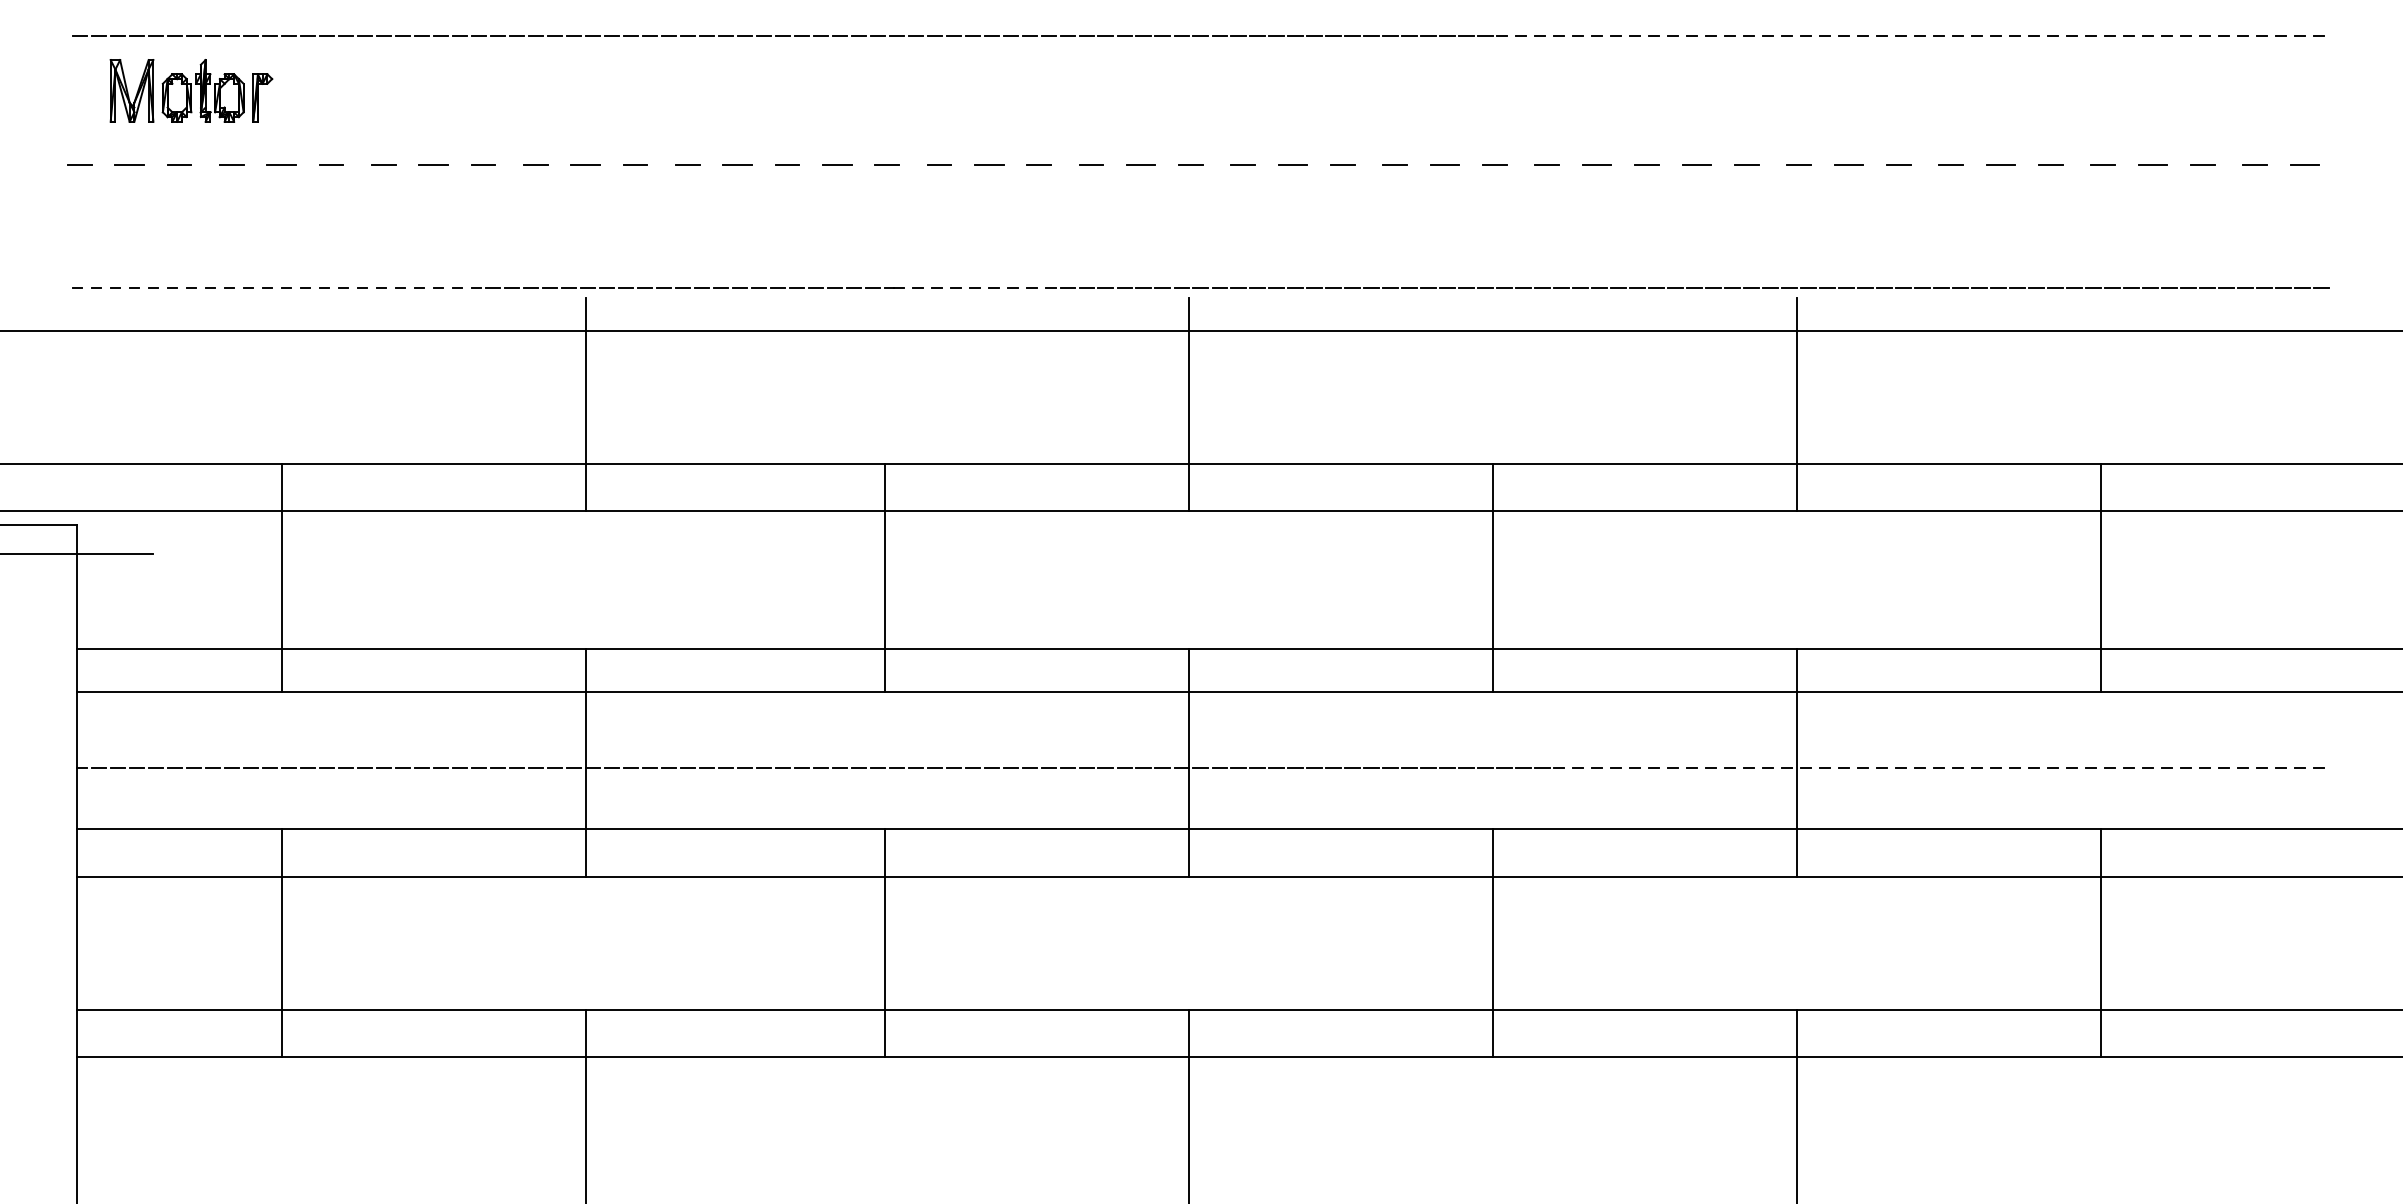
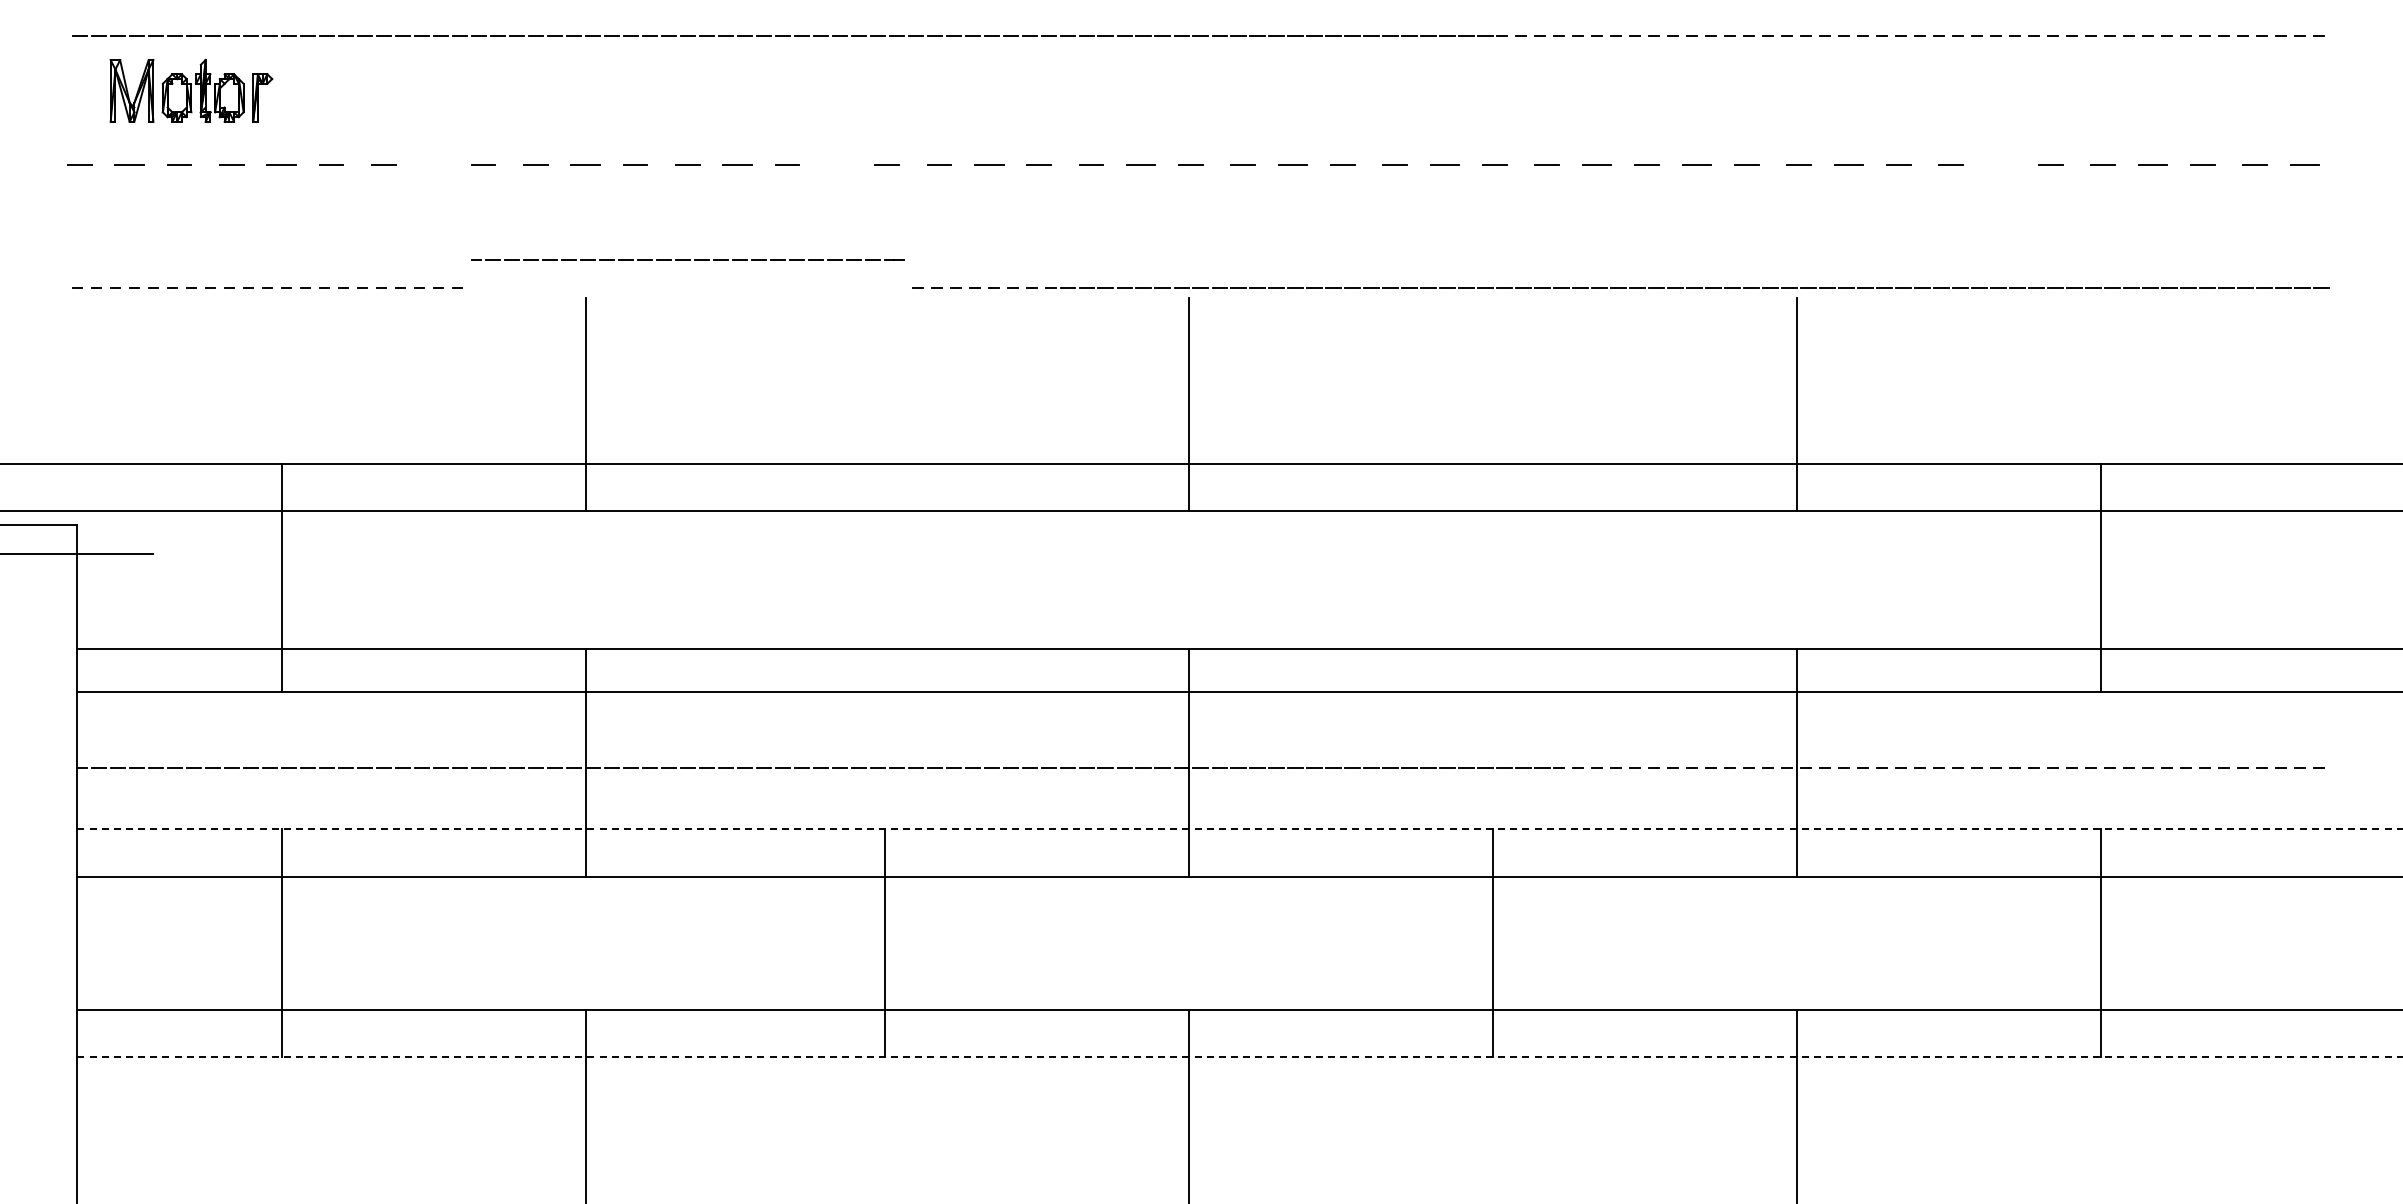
line at (433, 164): present -> none
line at (837, 164): present -> none
line at (2000, 164): present -> none
line at (687, 287) position: (687, 287) -> (687, 259)
line at (1200, 330): present -> none
line at (884, 577): present -> none
line at (1492, 577): present -> none
line at (1240, 829): solid -> dashed
line at (1240, 1057): solid -> dashed
